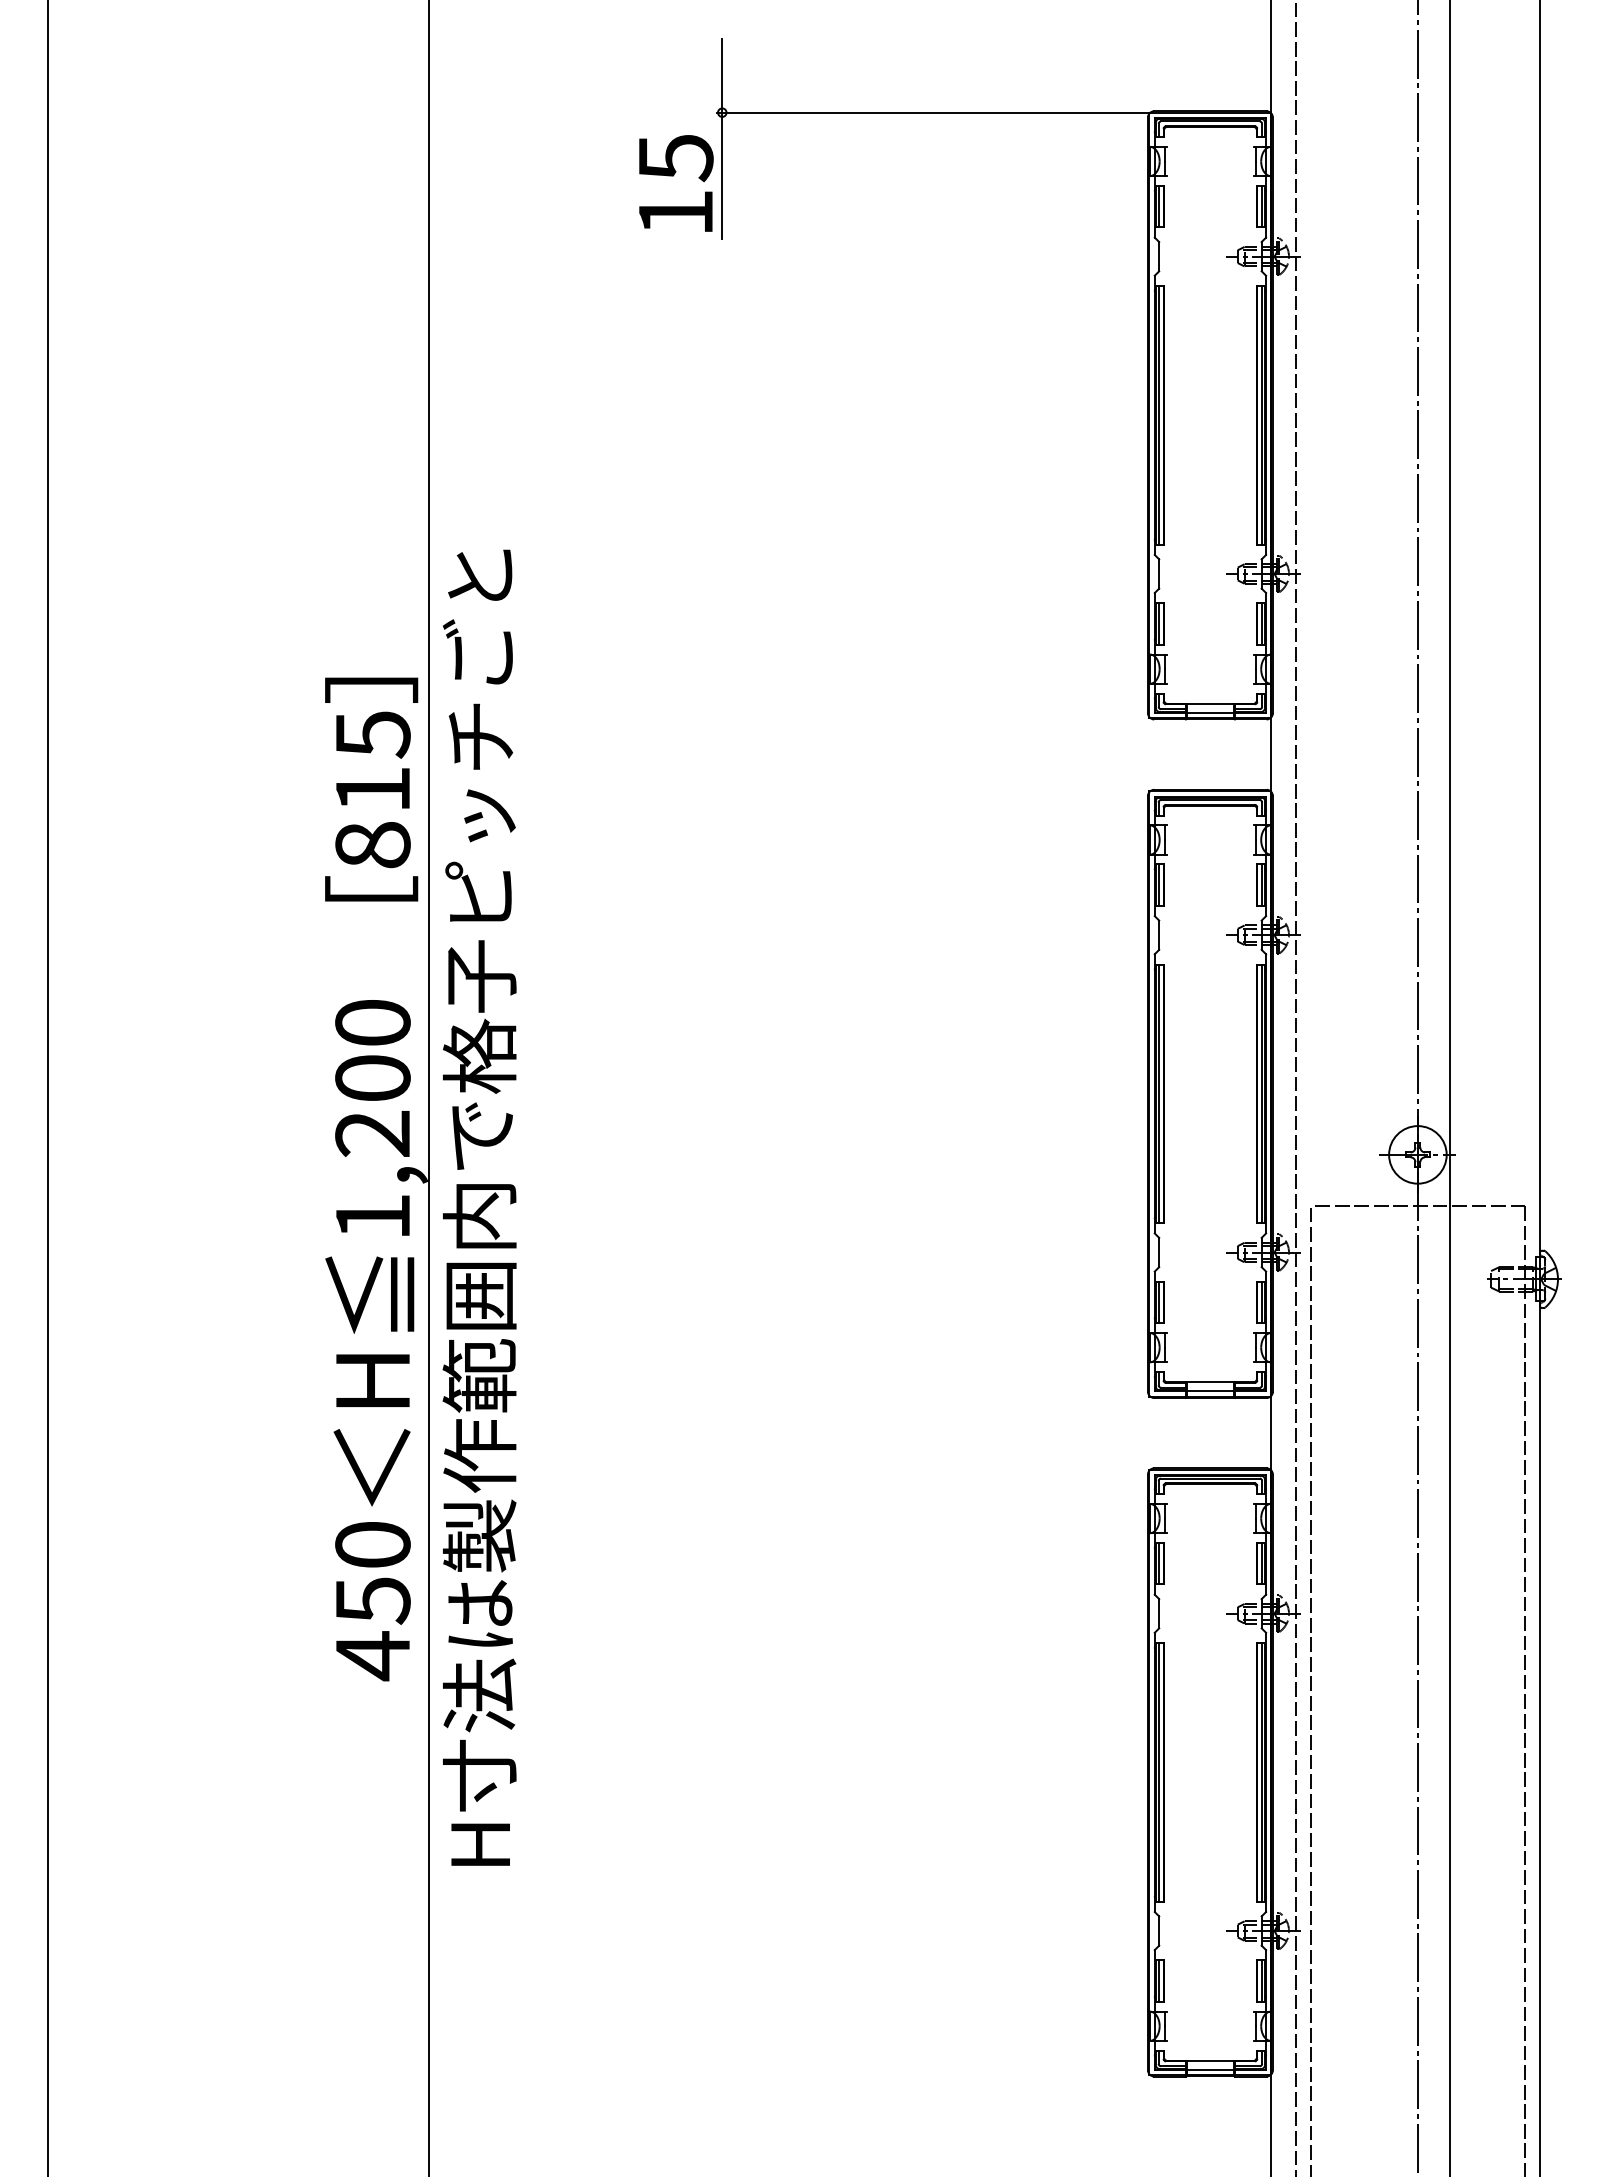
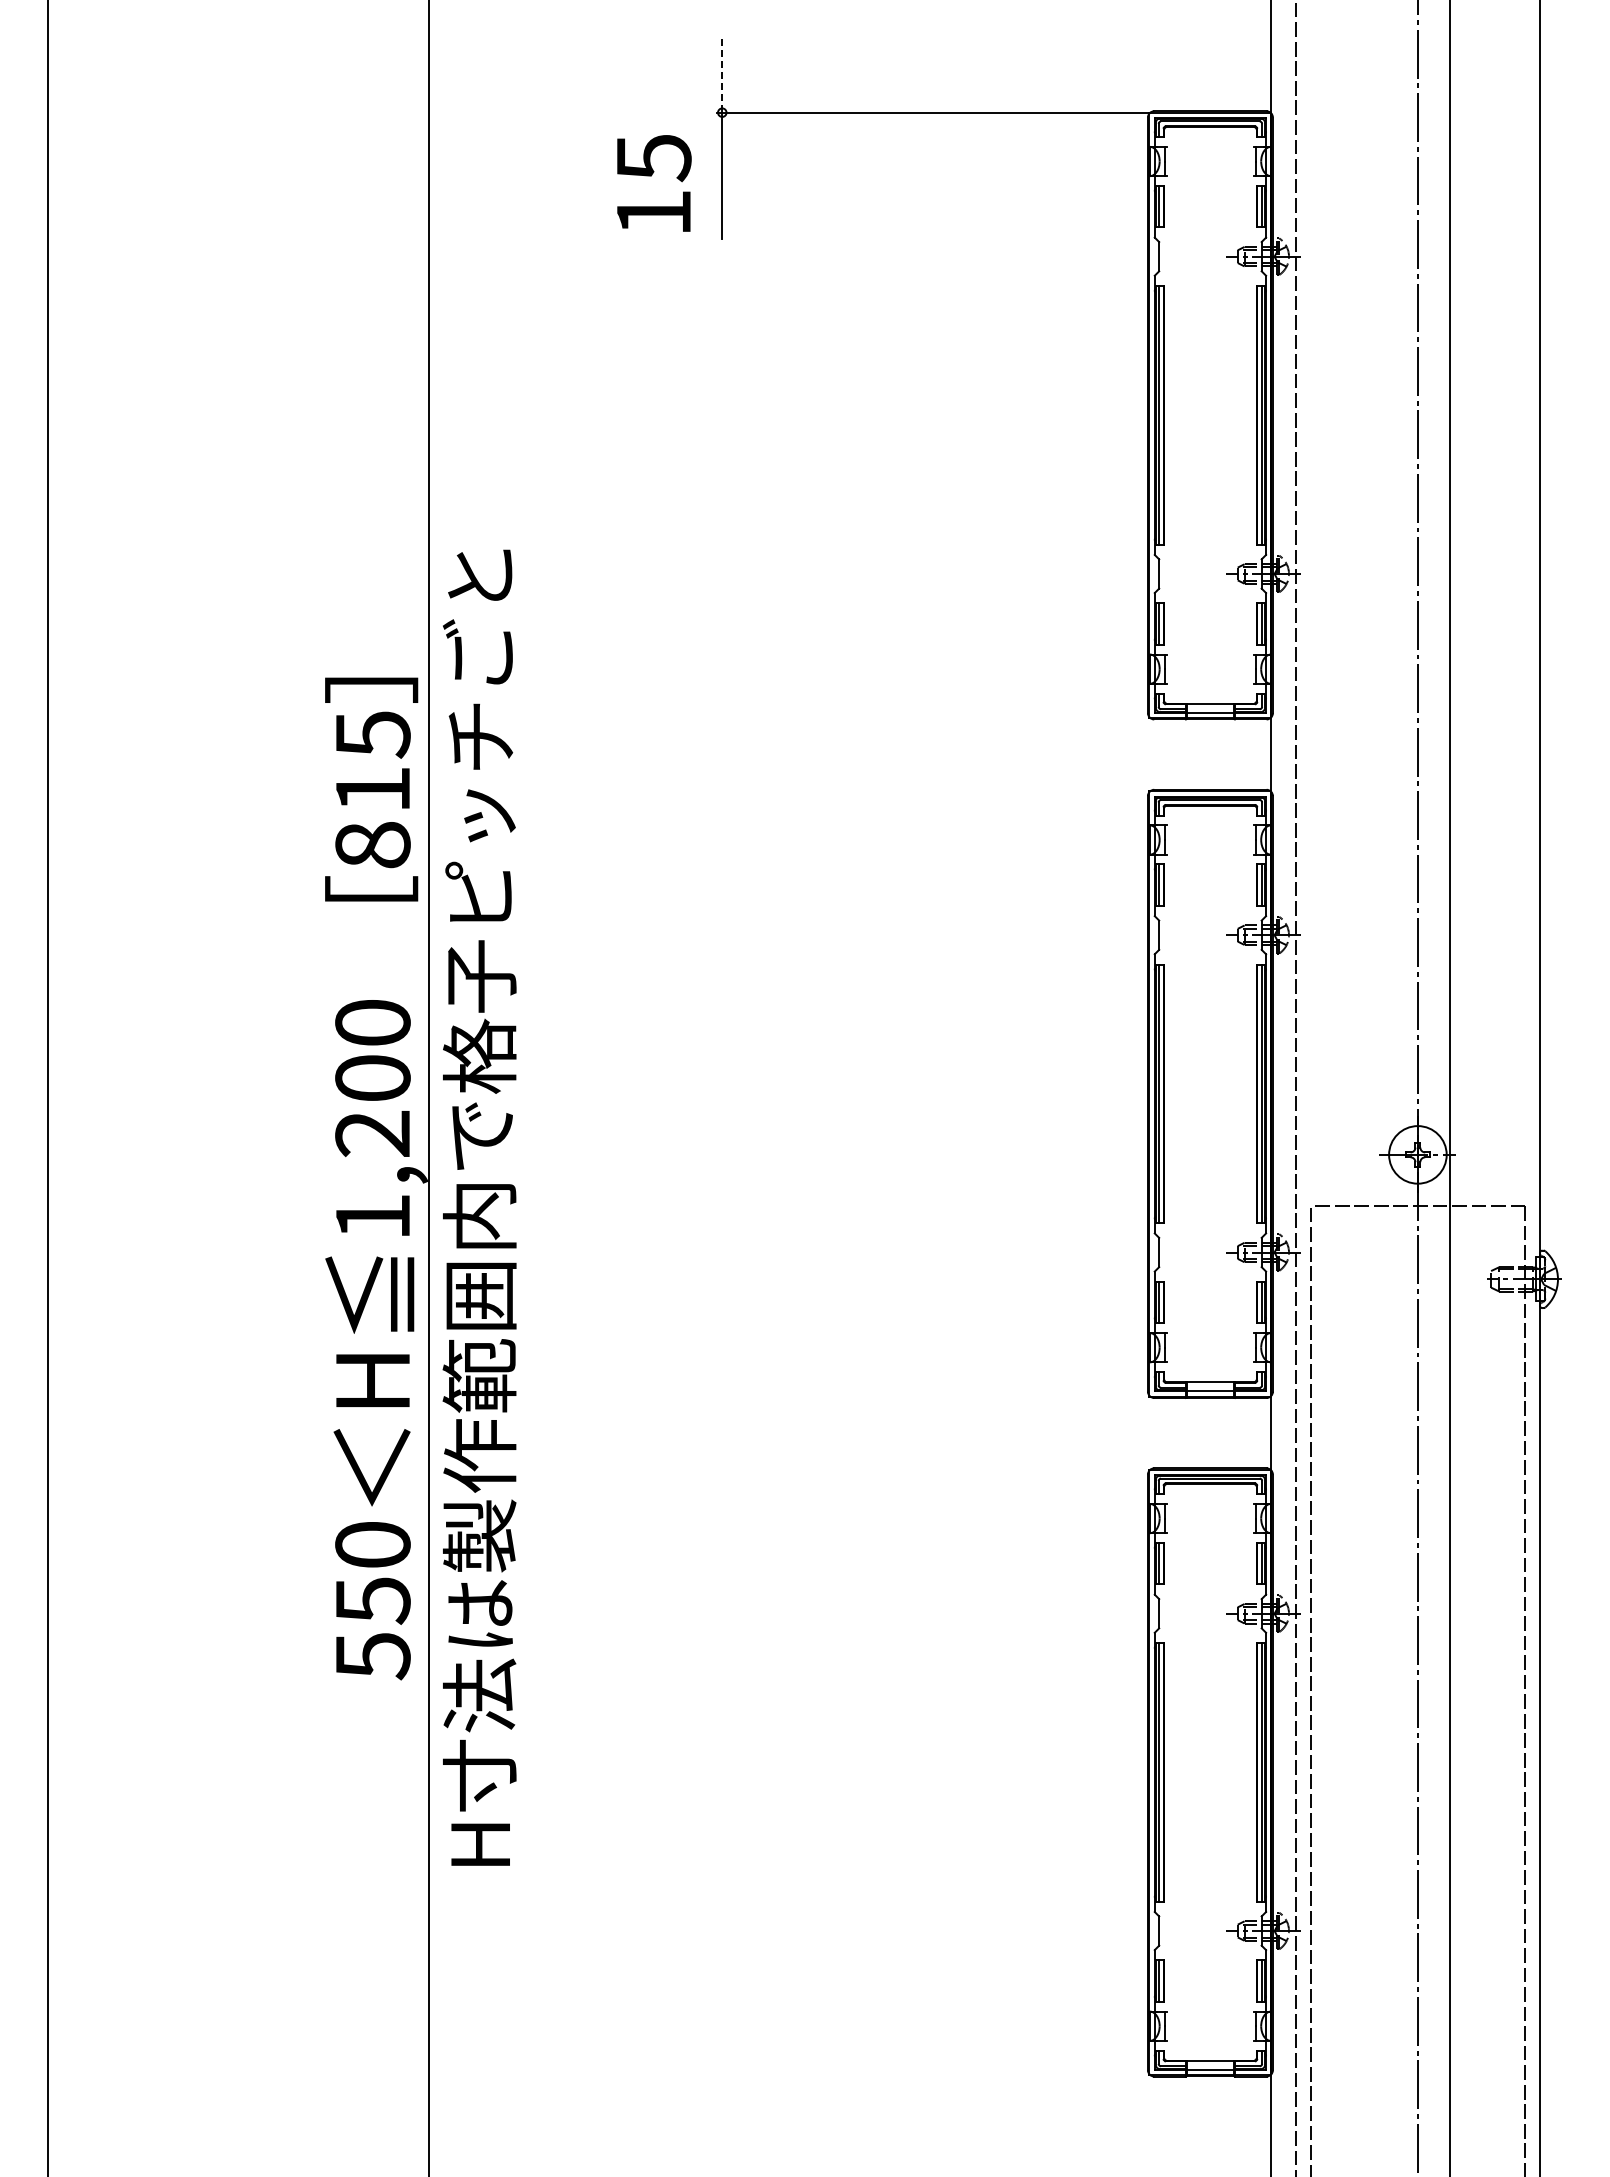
line at (722, 76): solid -> dashed
text at (676, 183) position: (676, 183) -> (654, 183)
text at (373, 1656): 450 -> 550
